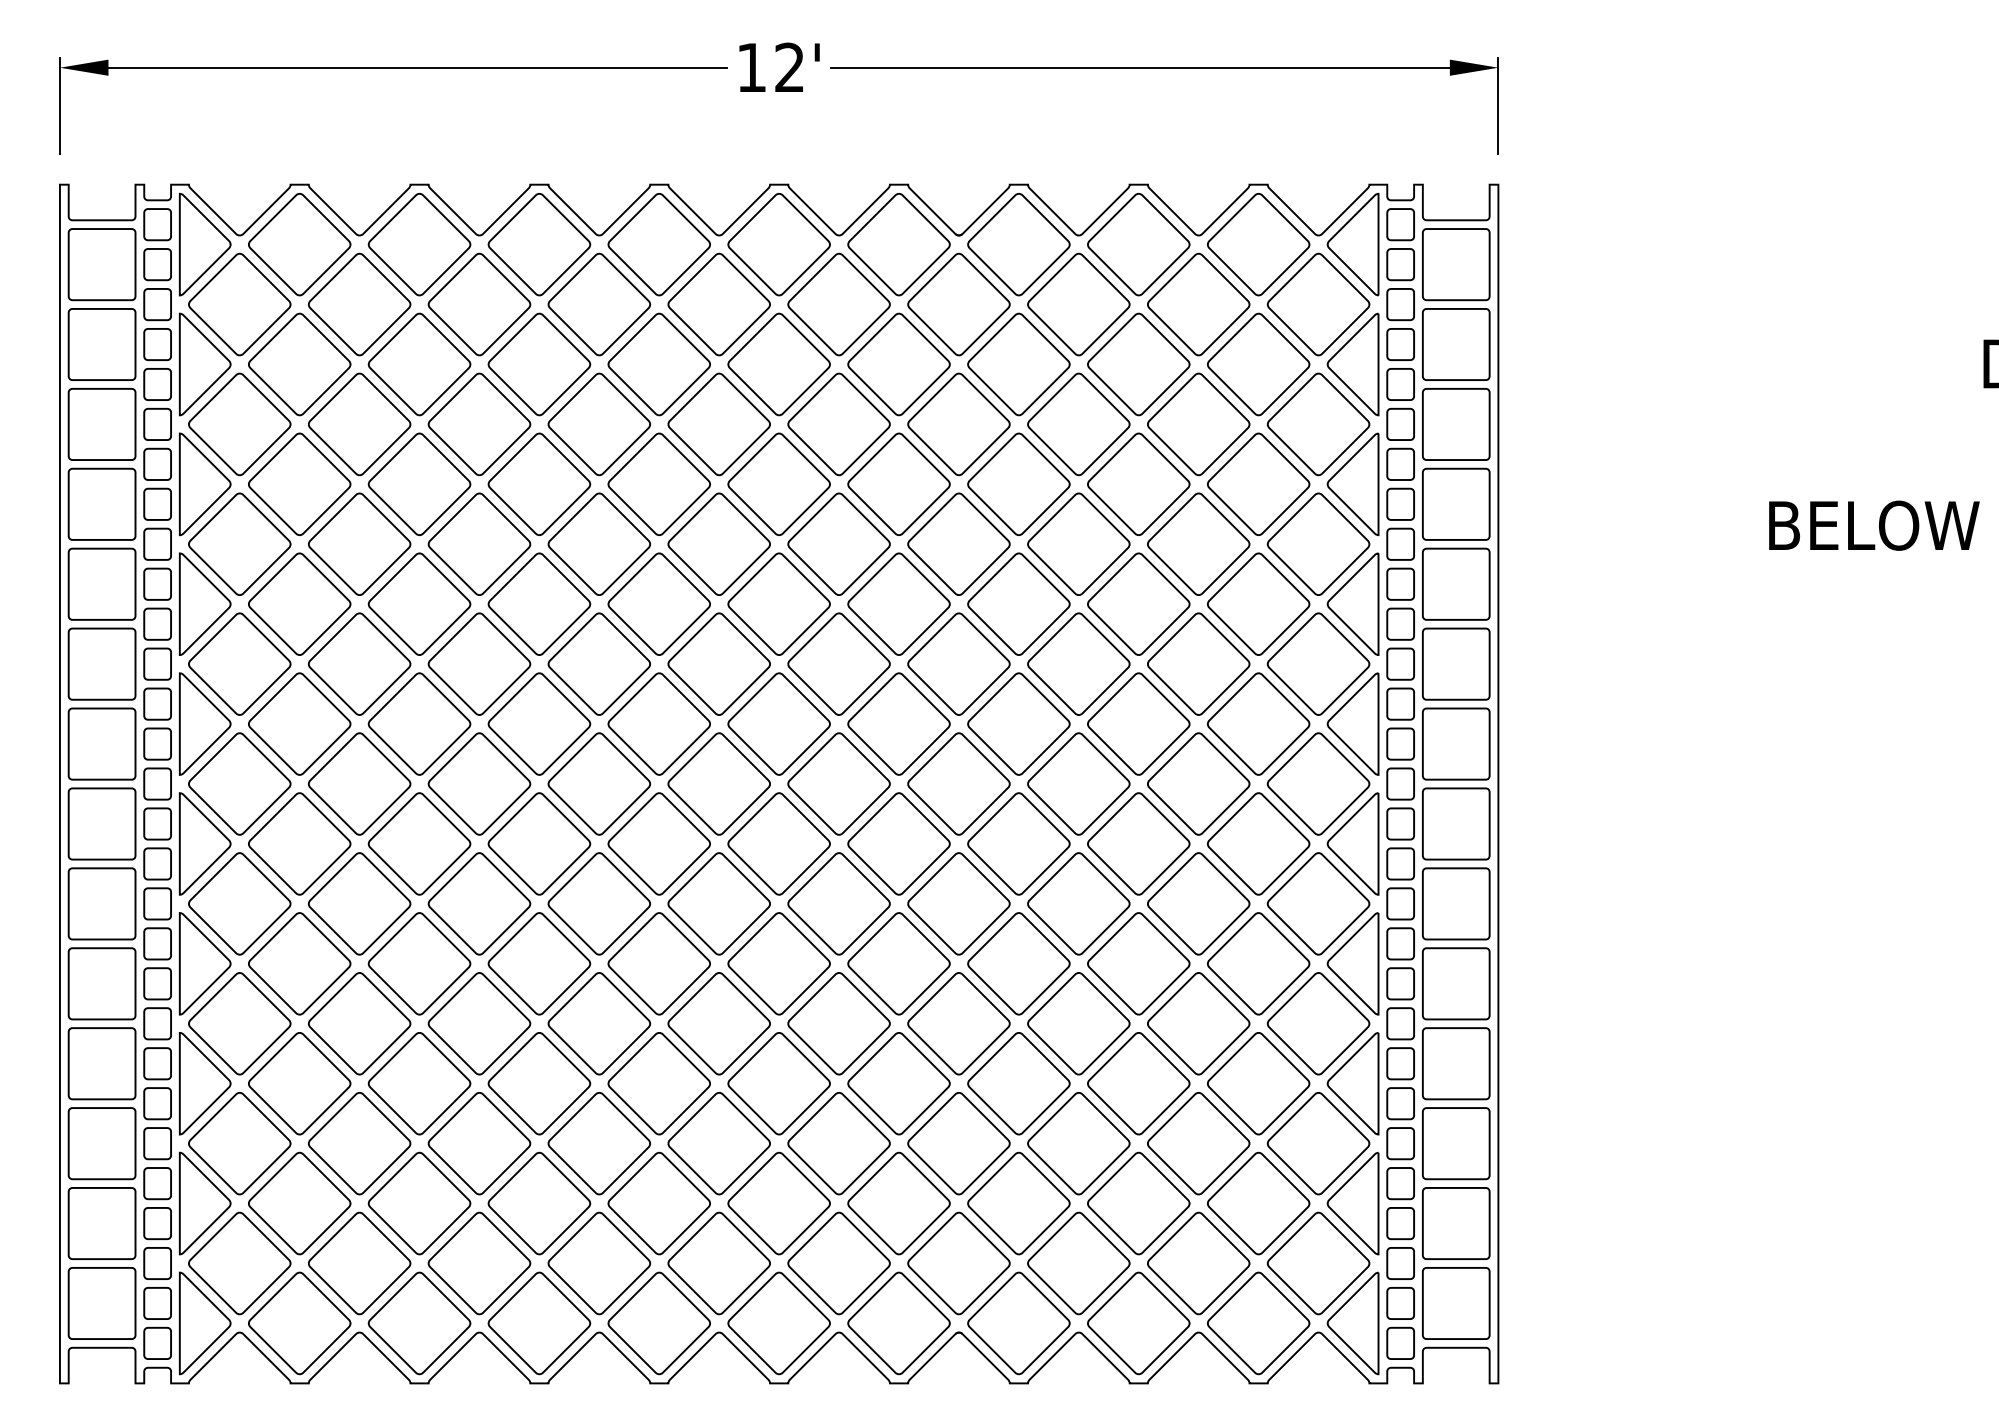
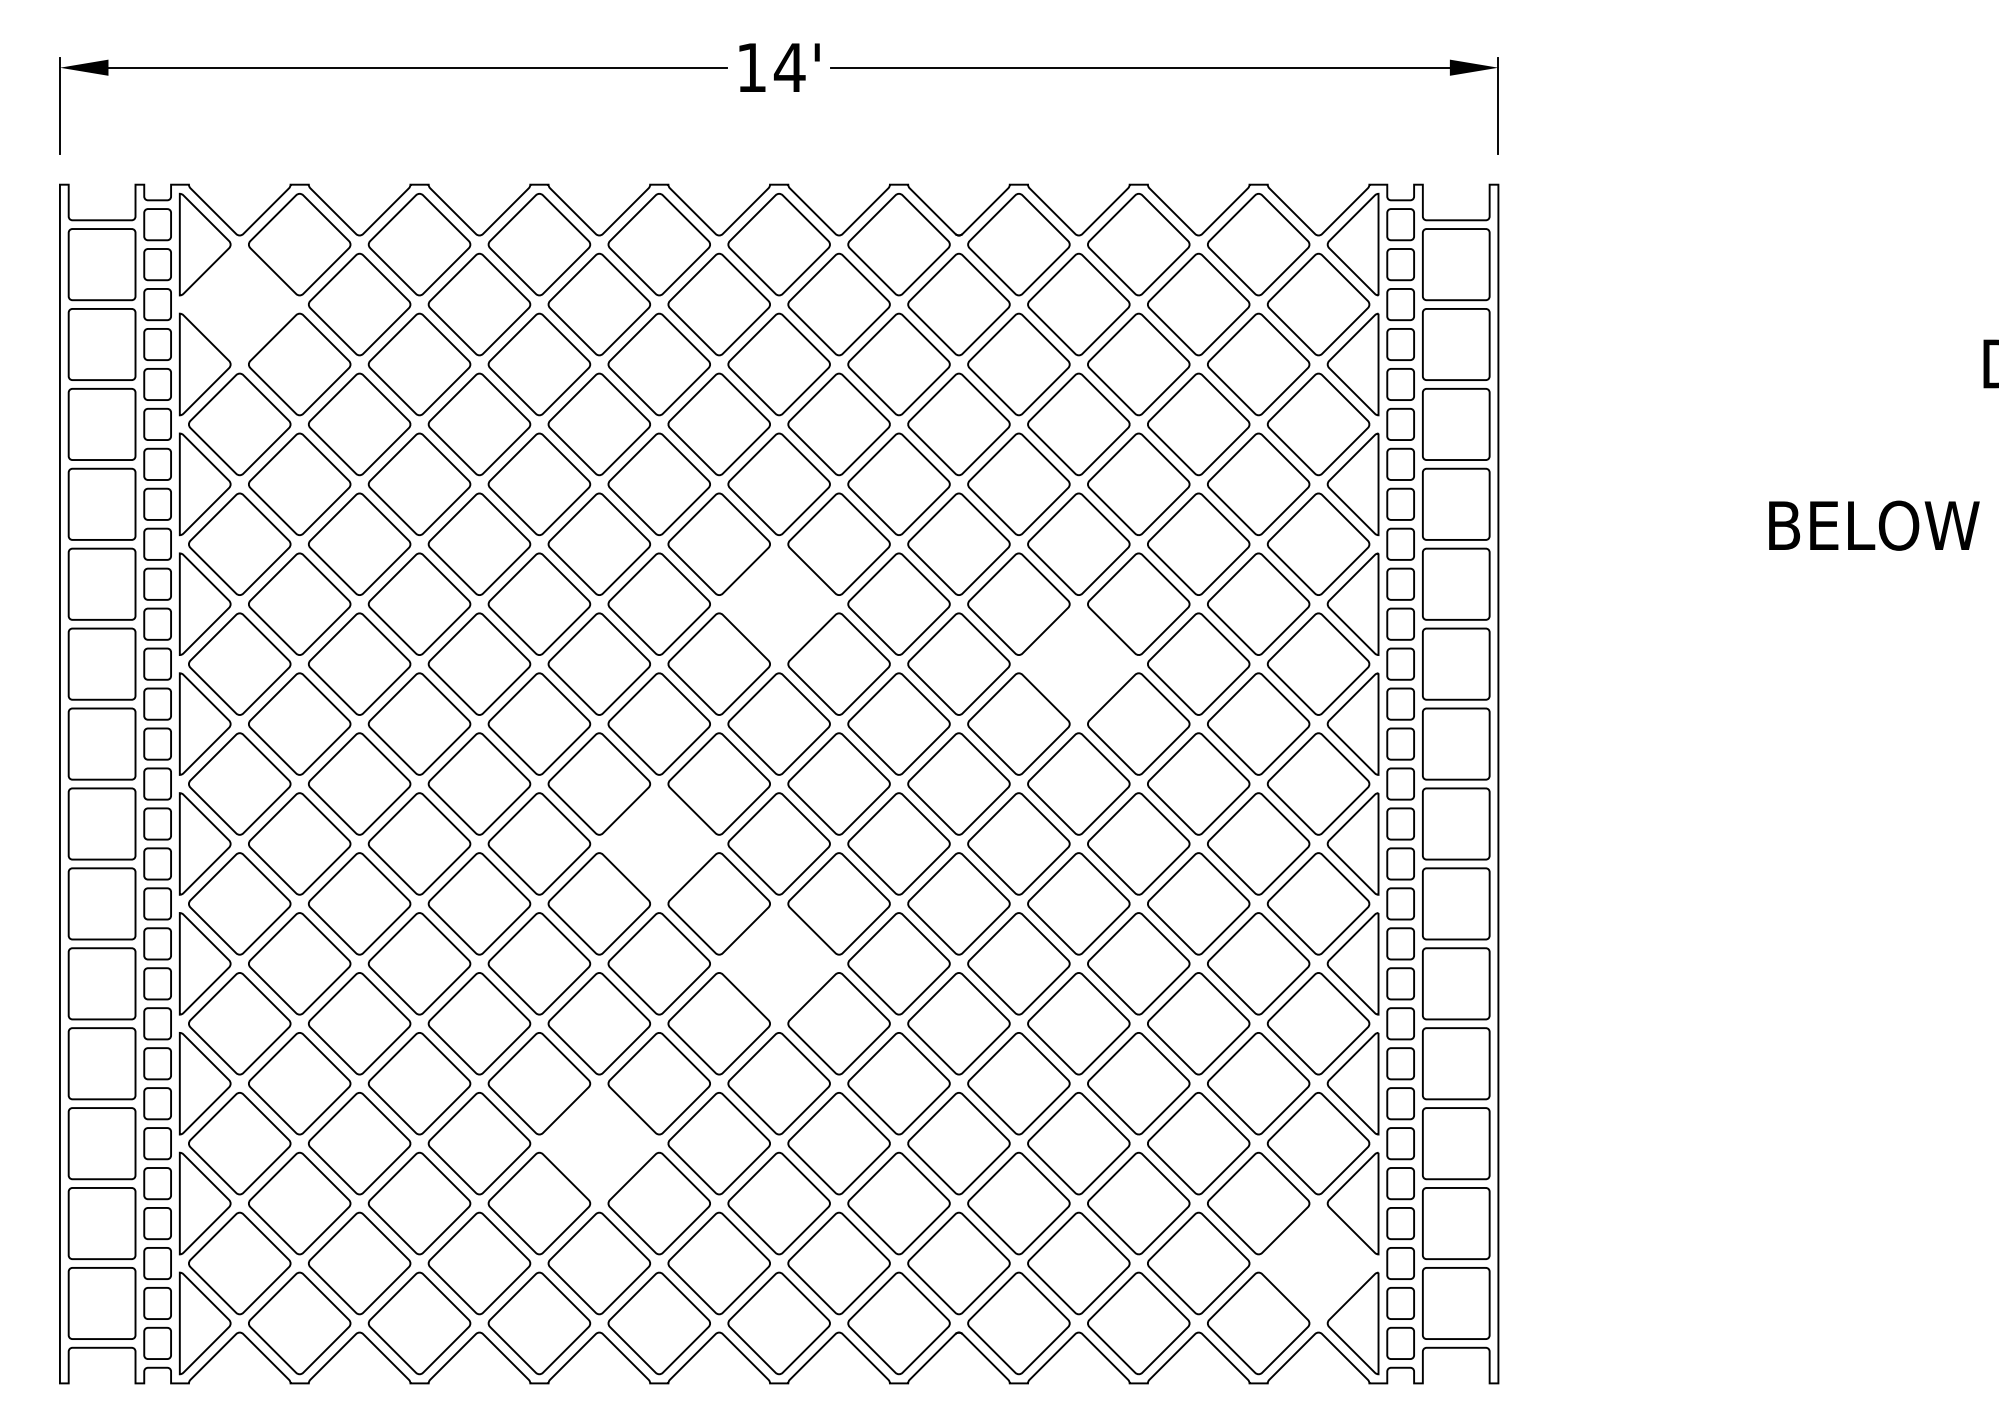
text at (789, 66): 12' -> 14'
part at (239, 304): present -> none
part at (778, 603): present -> none
part at (1078, 663): present -> none
part at (658, 843): present -> none
part at (778, 963): present -> none
part at (598, 1143): present -> none
part at (1318, 1263): present -> none
